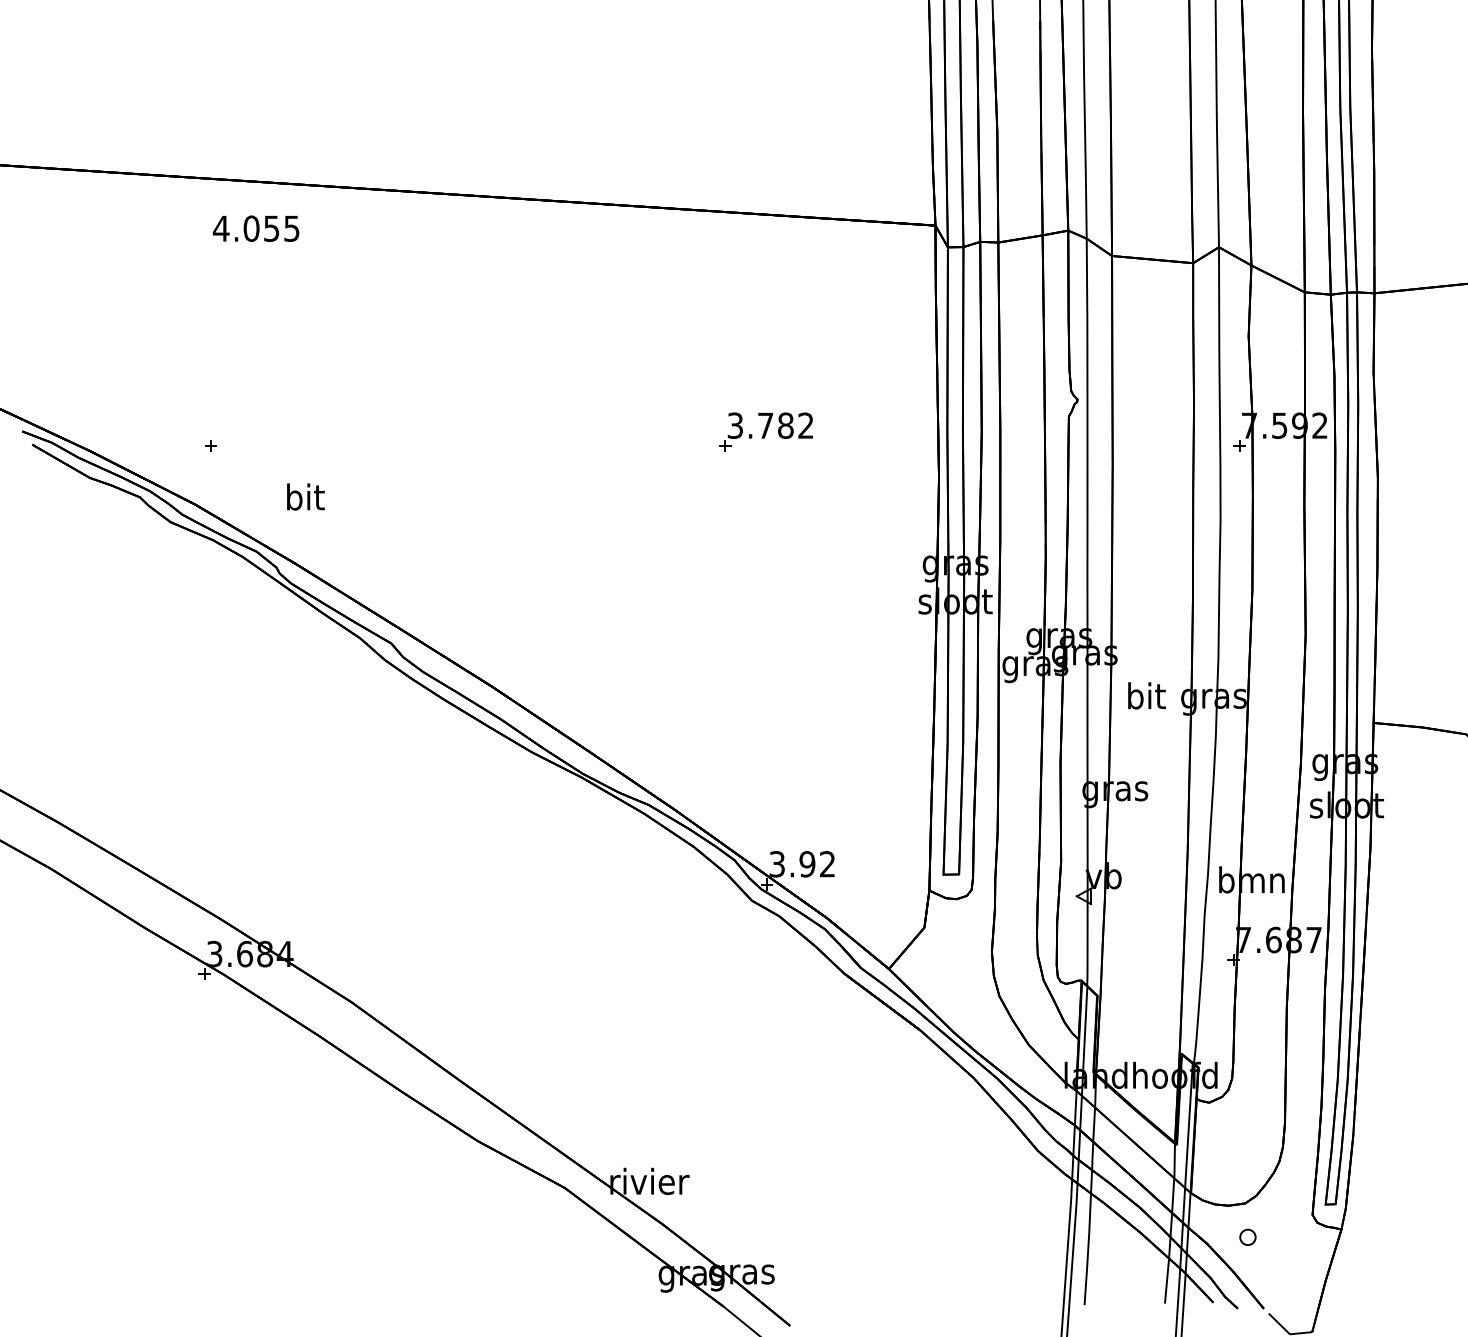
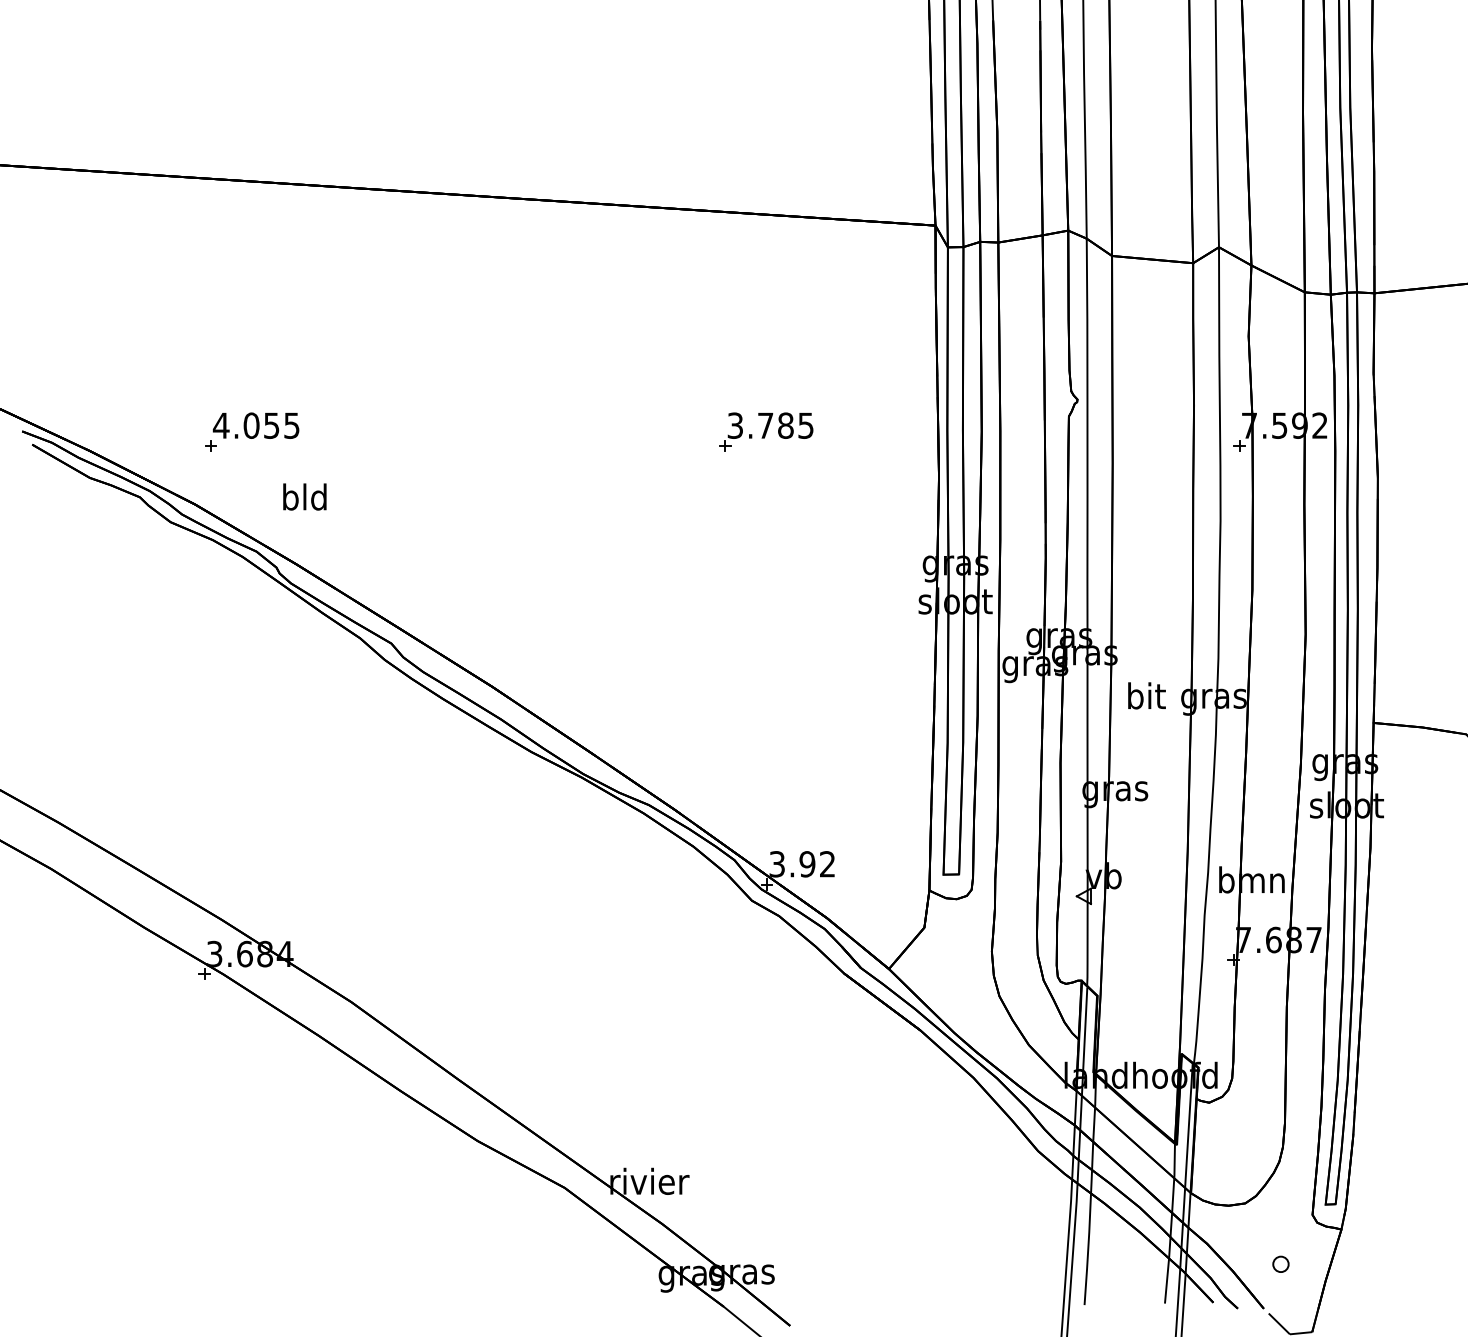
text at (255, 228) position: (255, 228) -> (255, 425)
text at (805, 425): 3.782 -> 3.785
text at (304, 496): bit -> bld
part at (1247, 1236) position: (1247, 1236) -> (1280, 1263)
